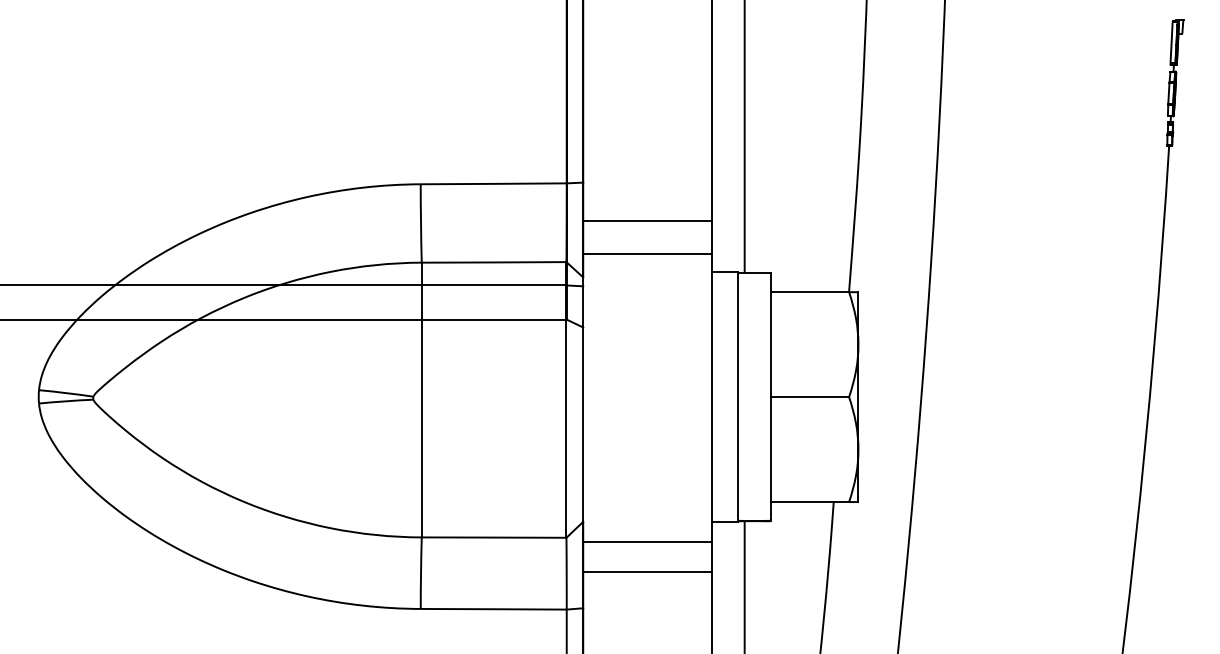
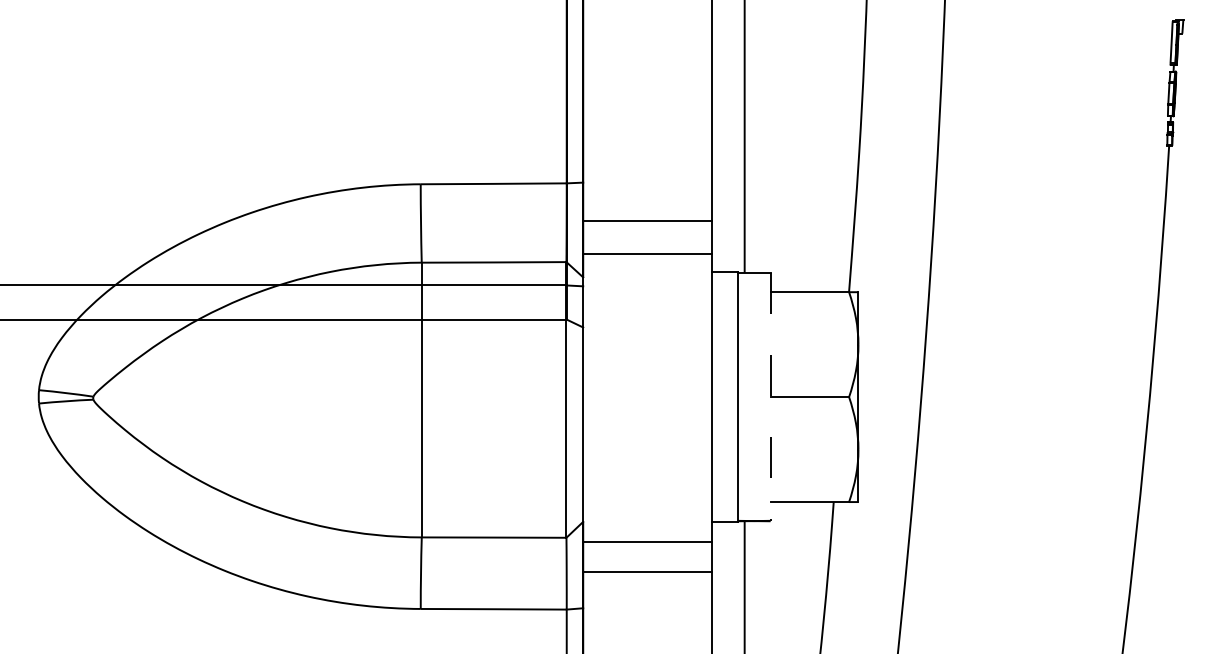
line at (770, 397): solid -> dashed
